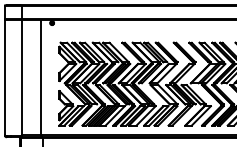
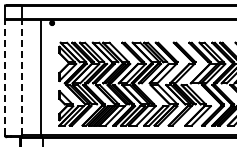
line at (4, 77): solid -> dashed
line at (21, 77): solid -> dashed
